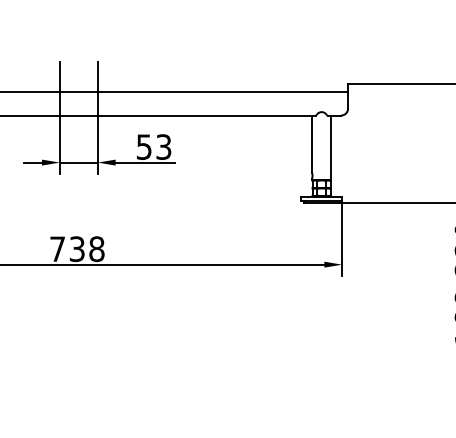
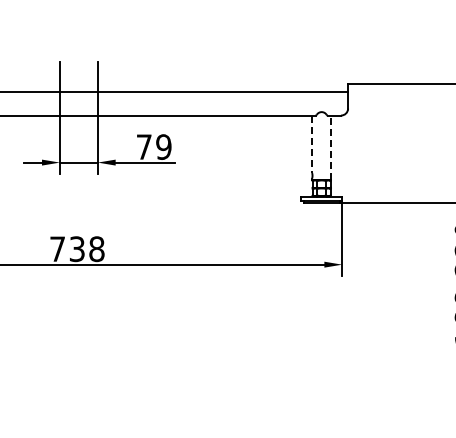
line at (312, 144): solid -> dashed
text at (154, 146): 53 -> 79
line at (331, 147): solid -> dashed
